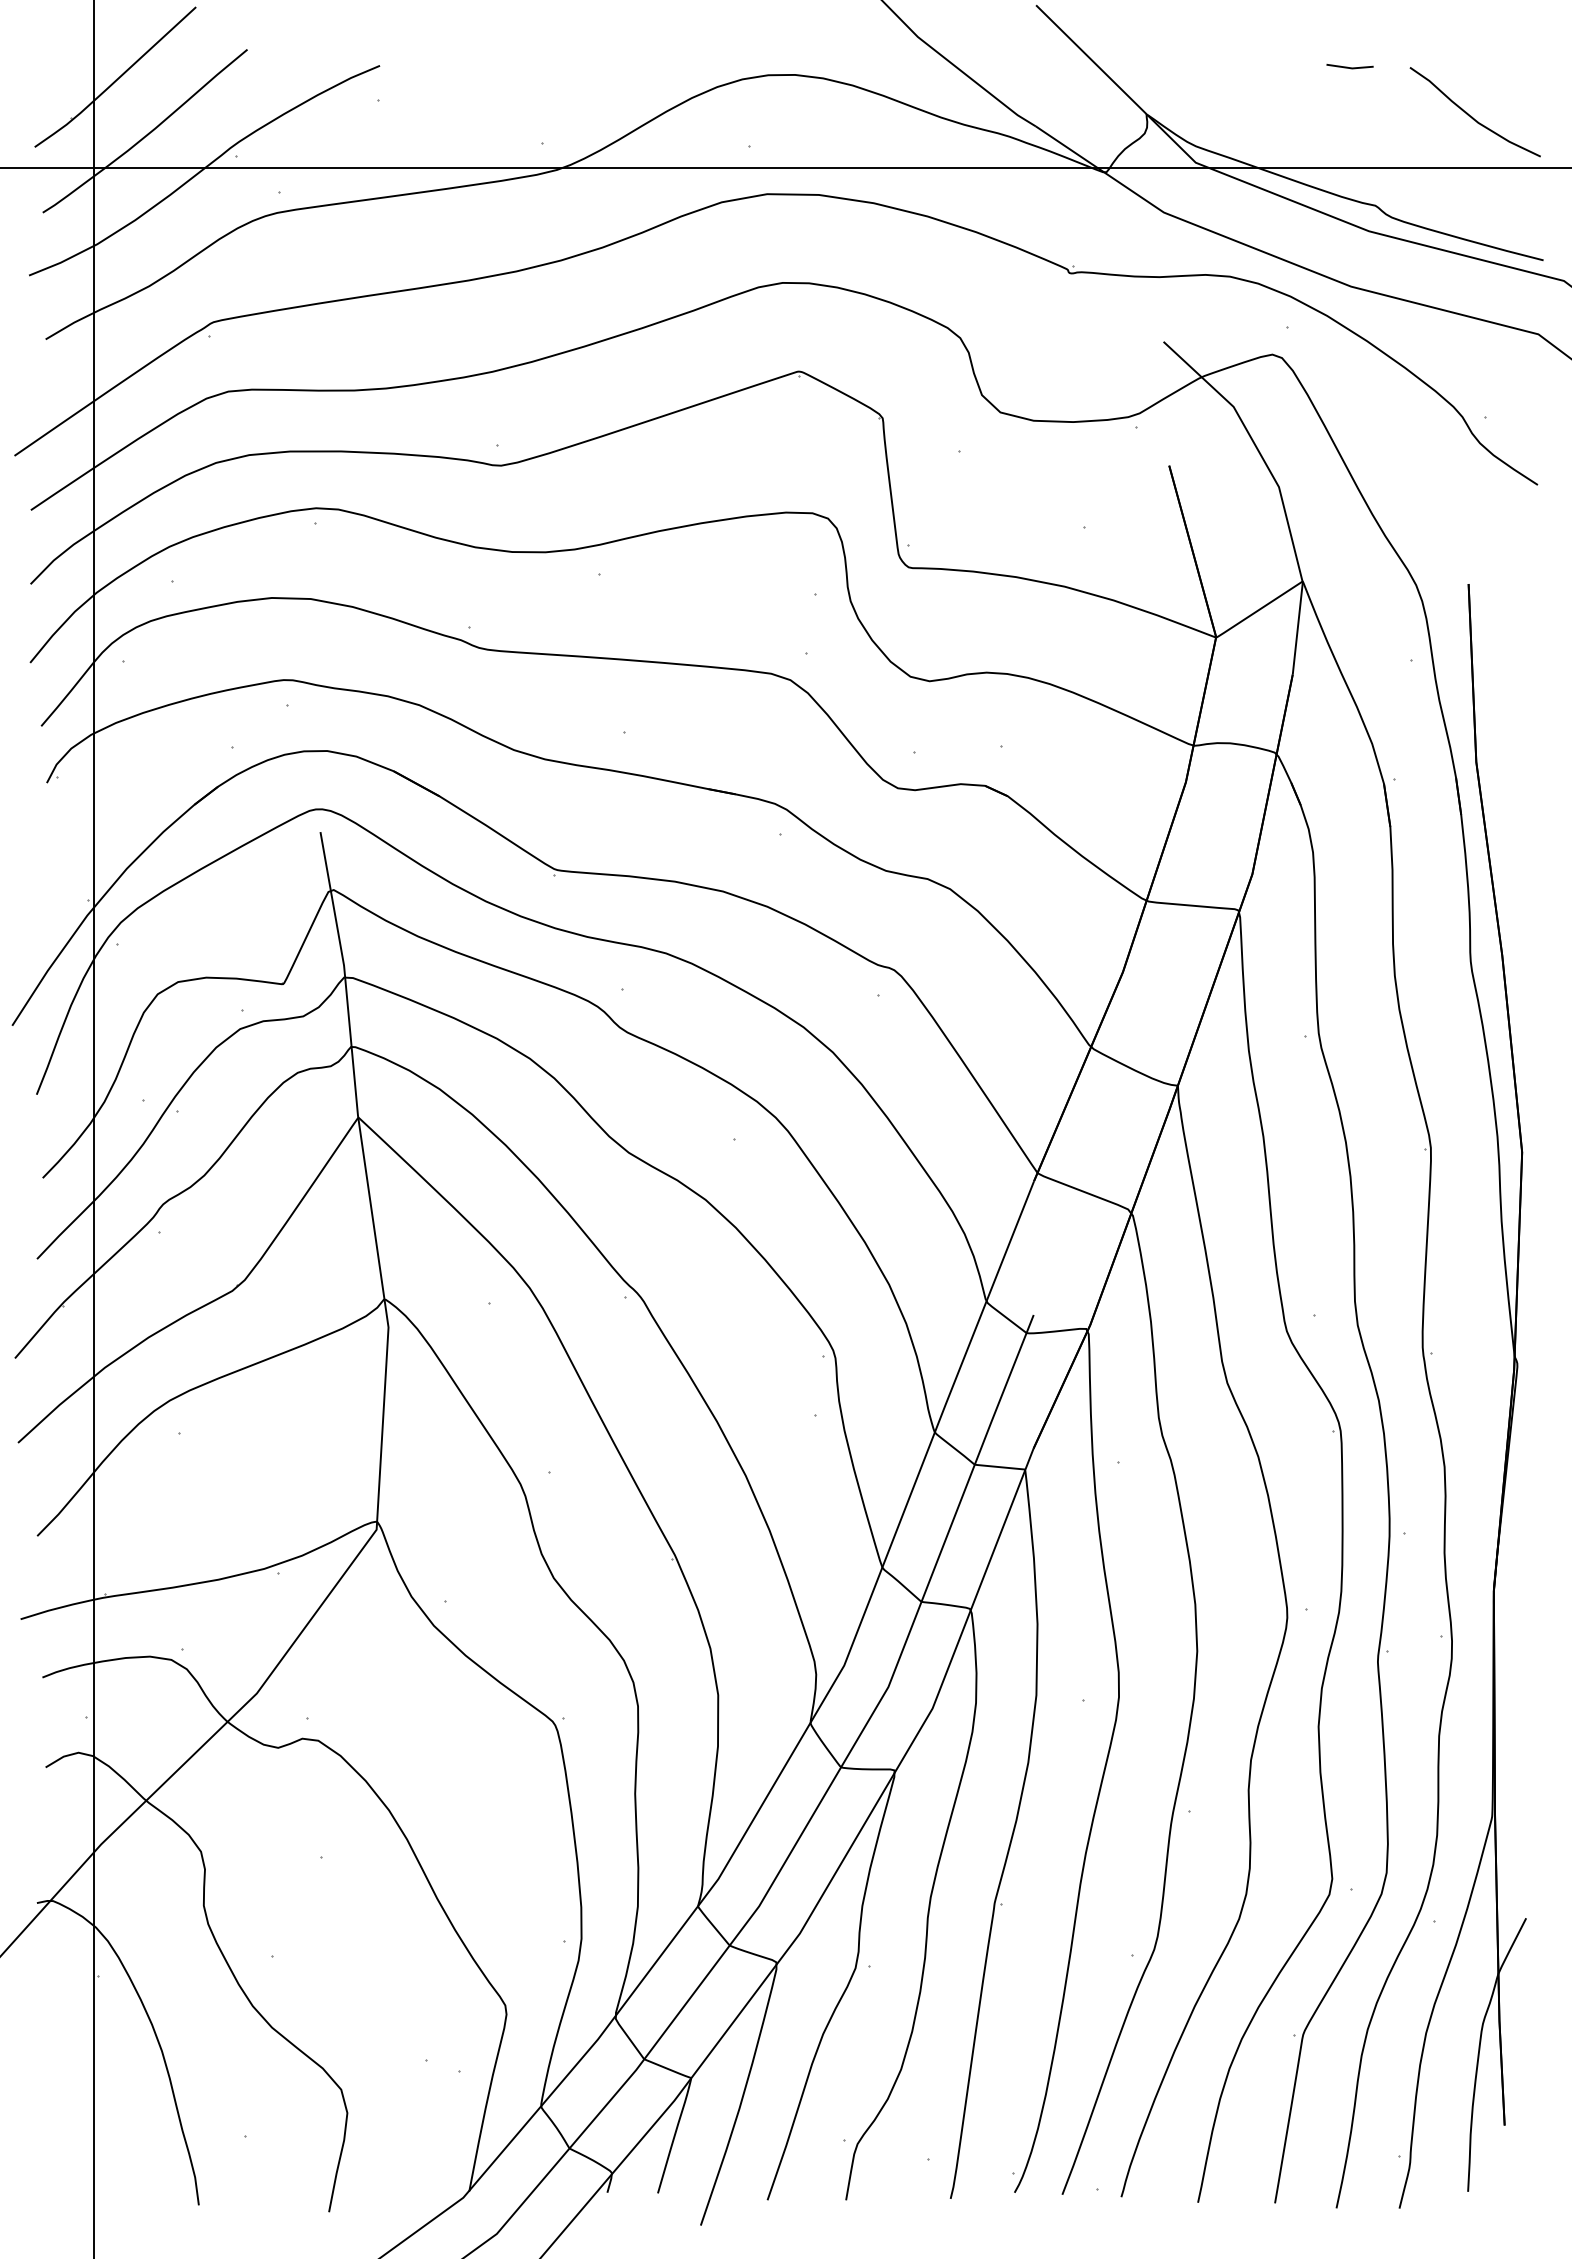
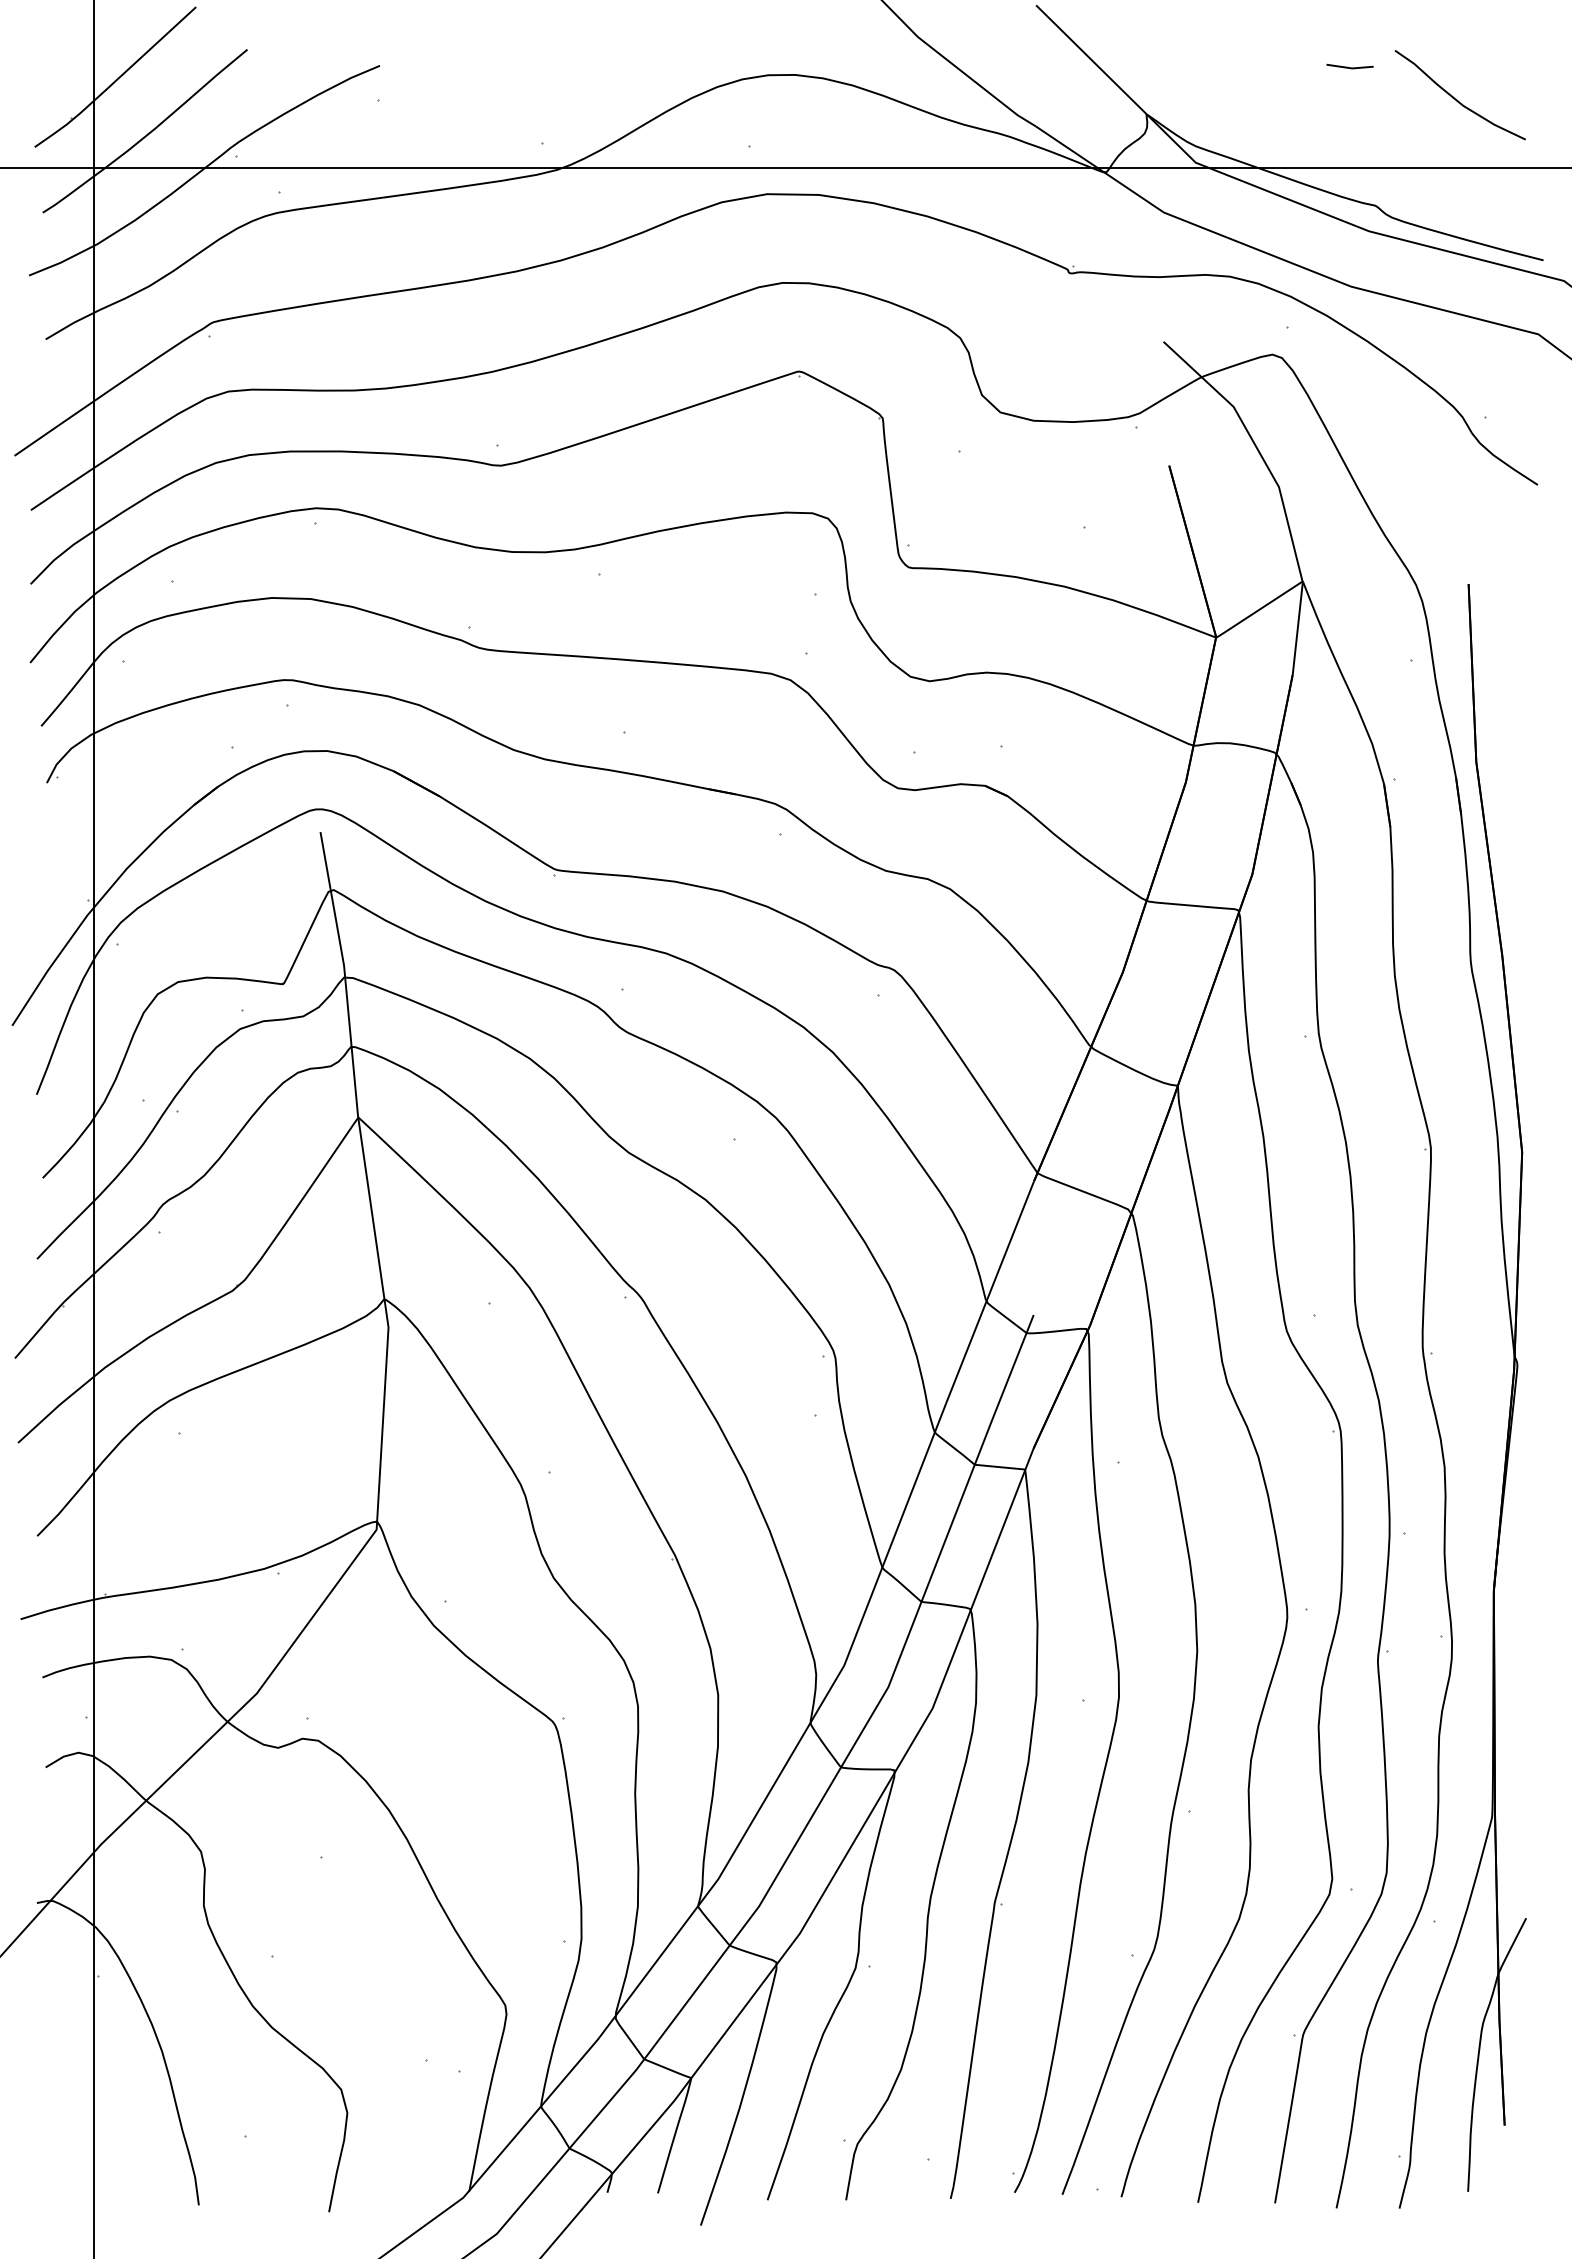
curve at (1472, 116) position: (1472, 116) -> (1457, 99)
